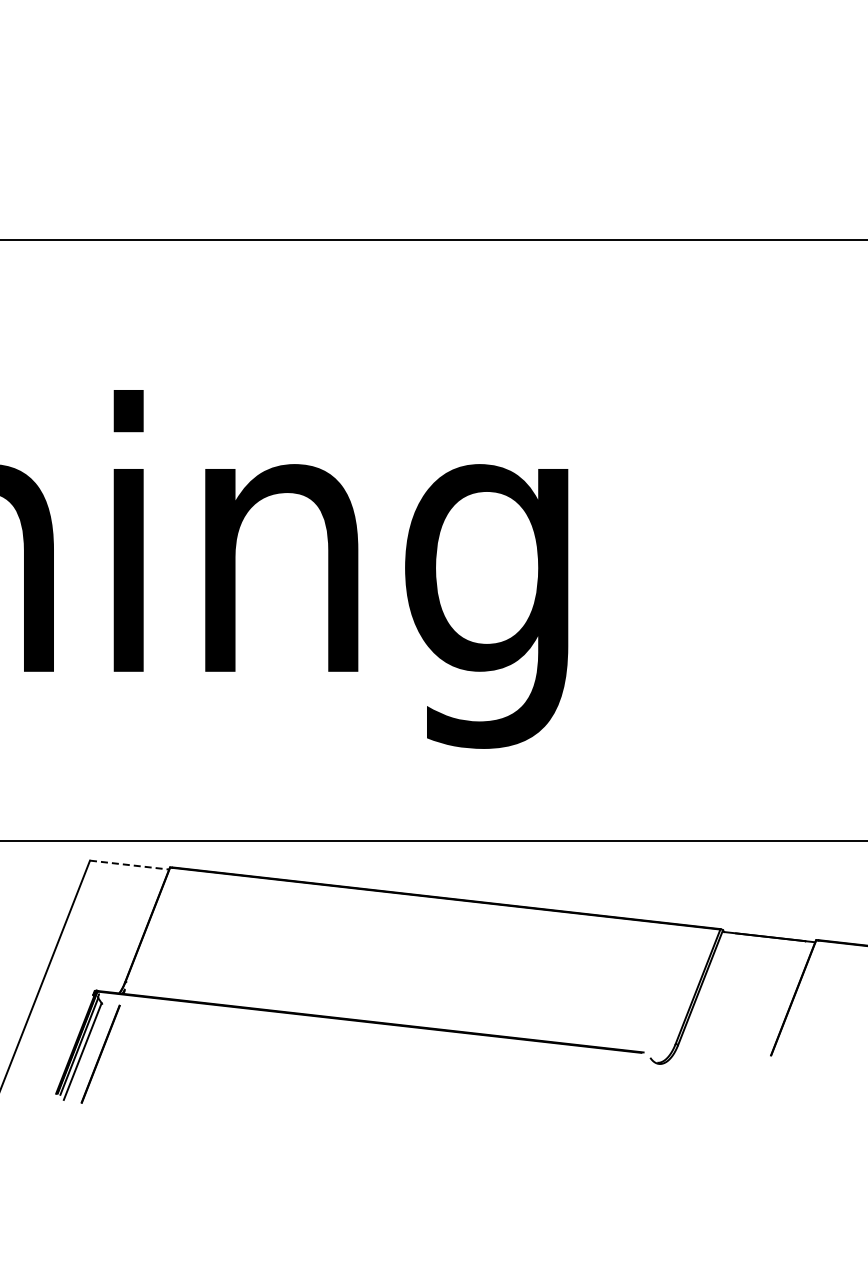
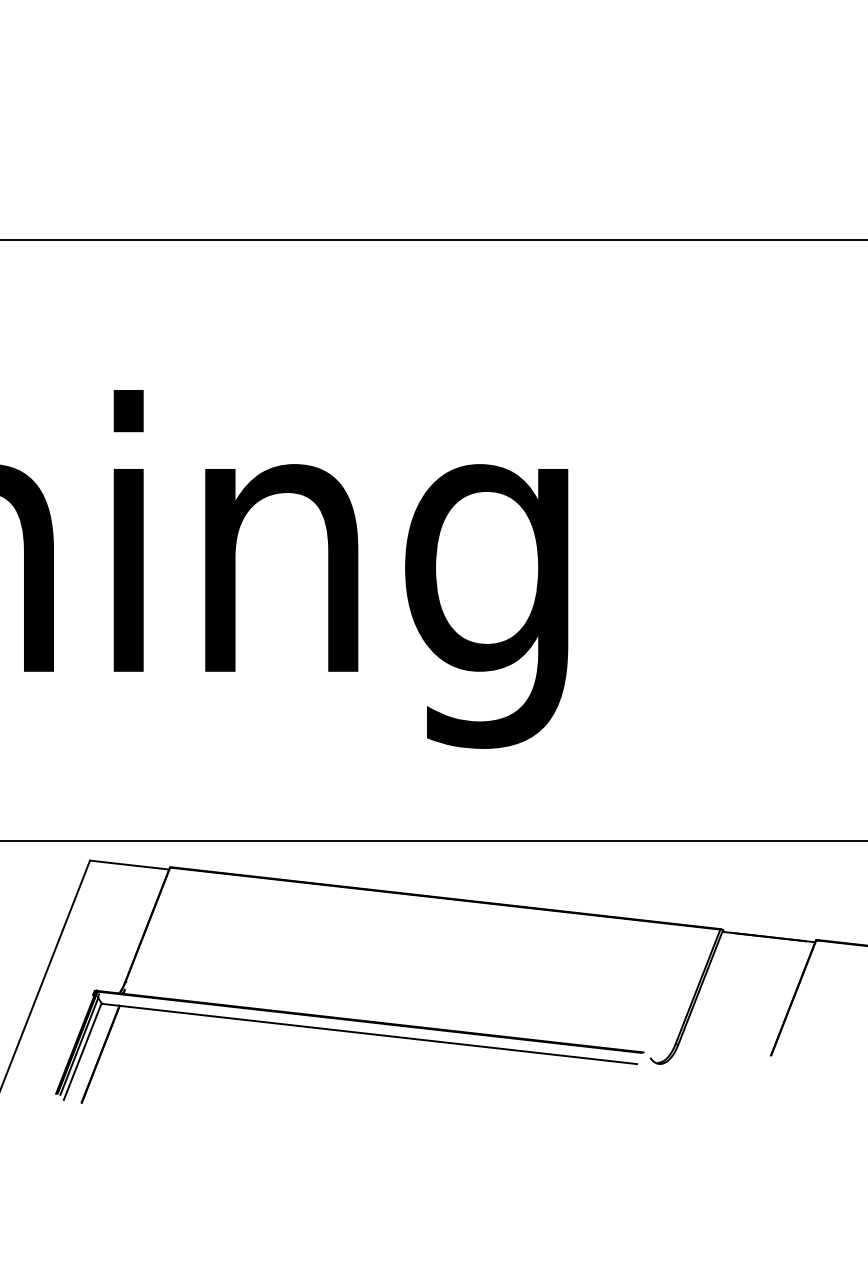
line at (129, 865): dashed -> solid
line at (369, 1033): none -> present
